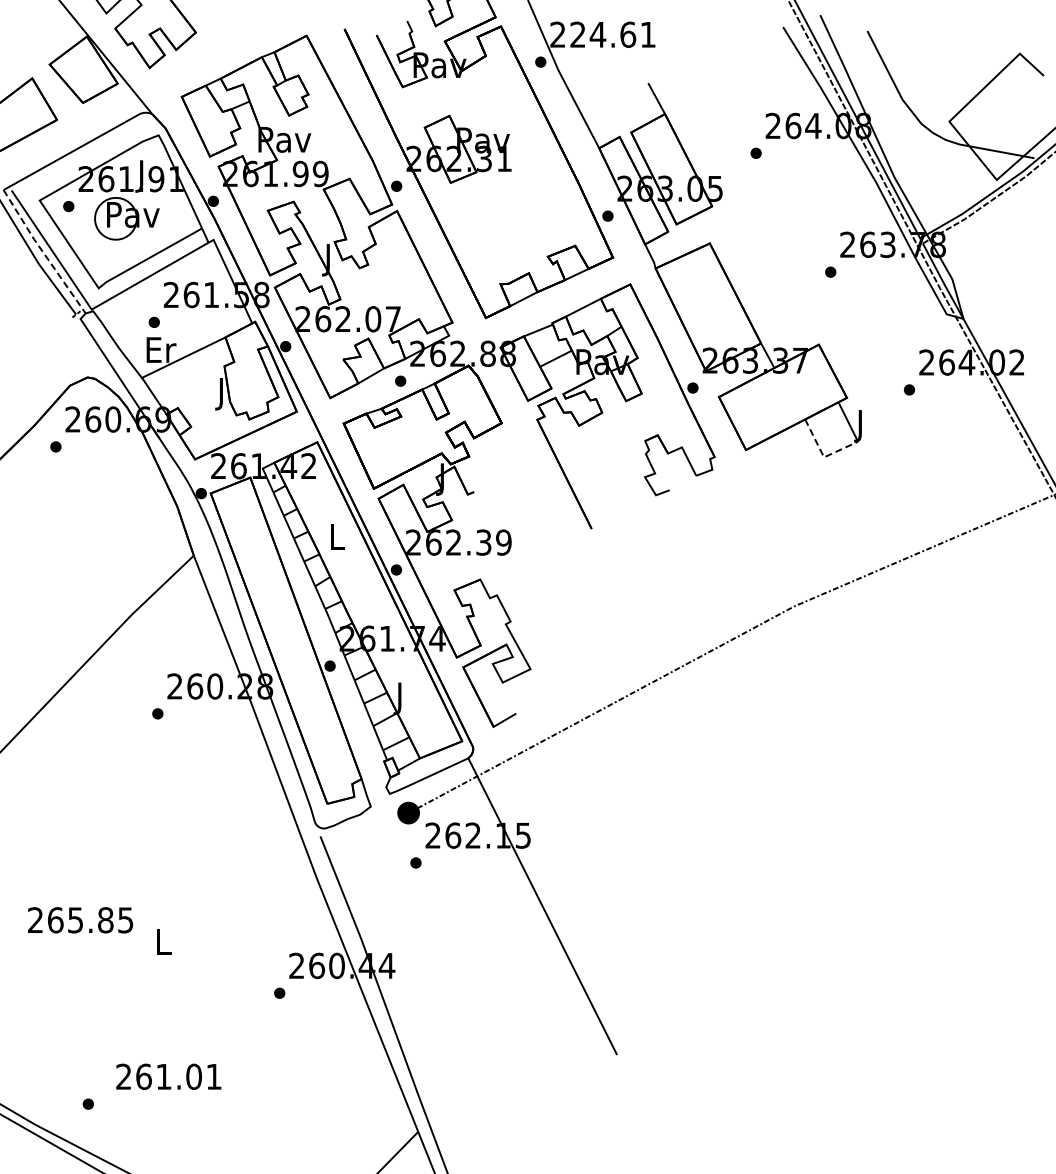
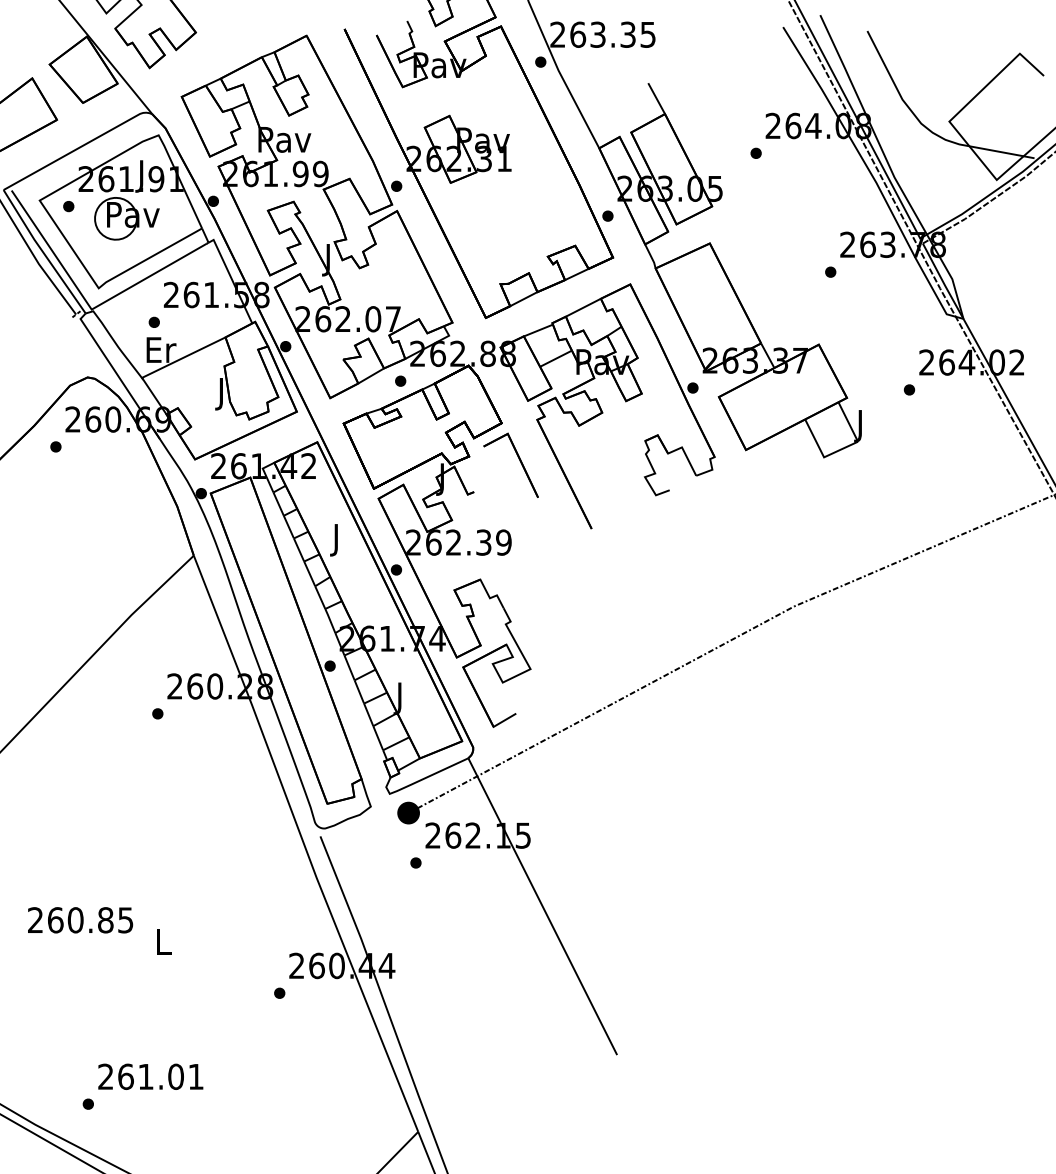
text at (612, 34): 224.61 -> 263.35
line at (42, 251): dashed -> solid
line at (823, 455): dashed -> solid
part at (518, 459): none -> present
text at (337, 540): L -> J
text at (75, 920): 265.85 -> 260.85
text at (168, 1076) position: (168, 1076) -> (150, 1076)
